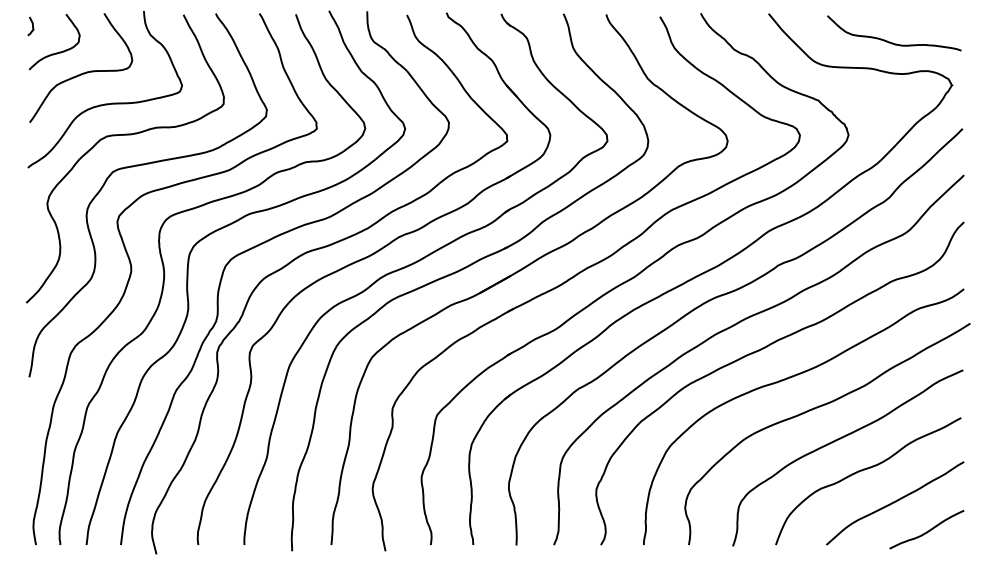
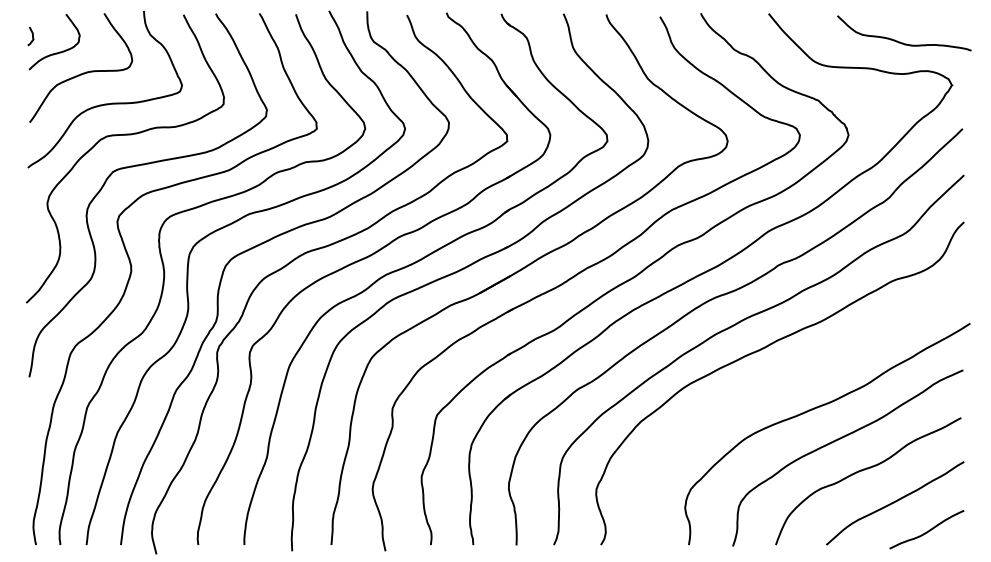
curve at (32, 26) position: (32, 26) -> (32, 36)
curve at (890, 41) position: (890, 41) -> (900, 41)
curve at (790, 378): present -> none
